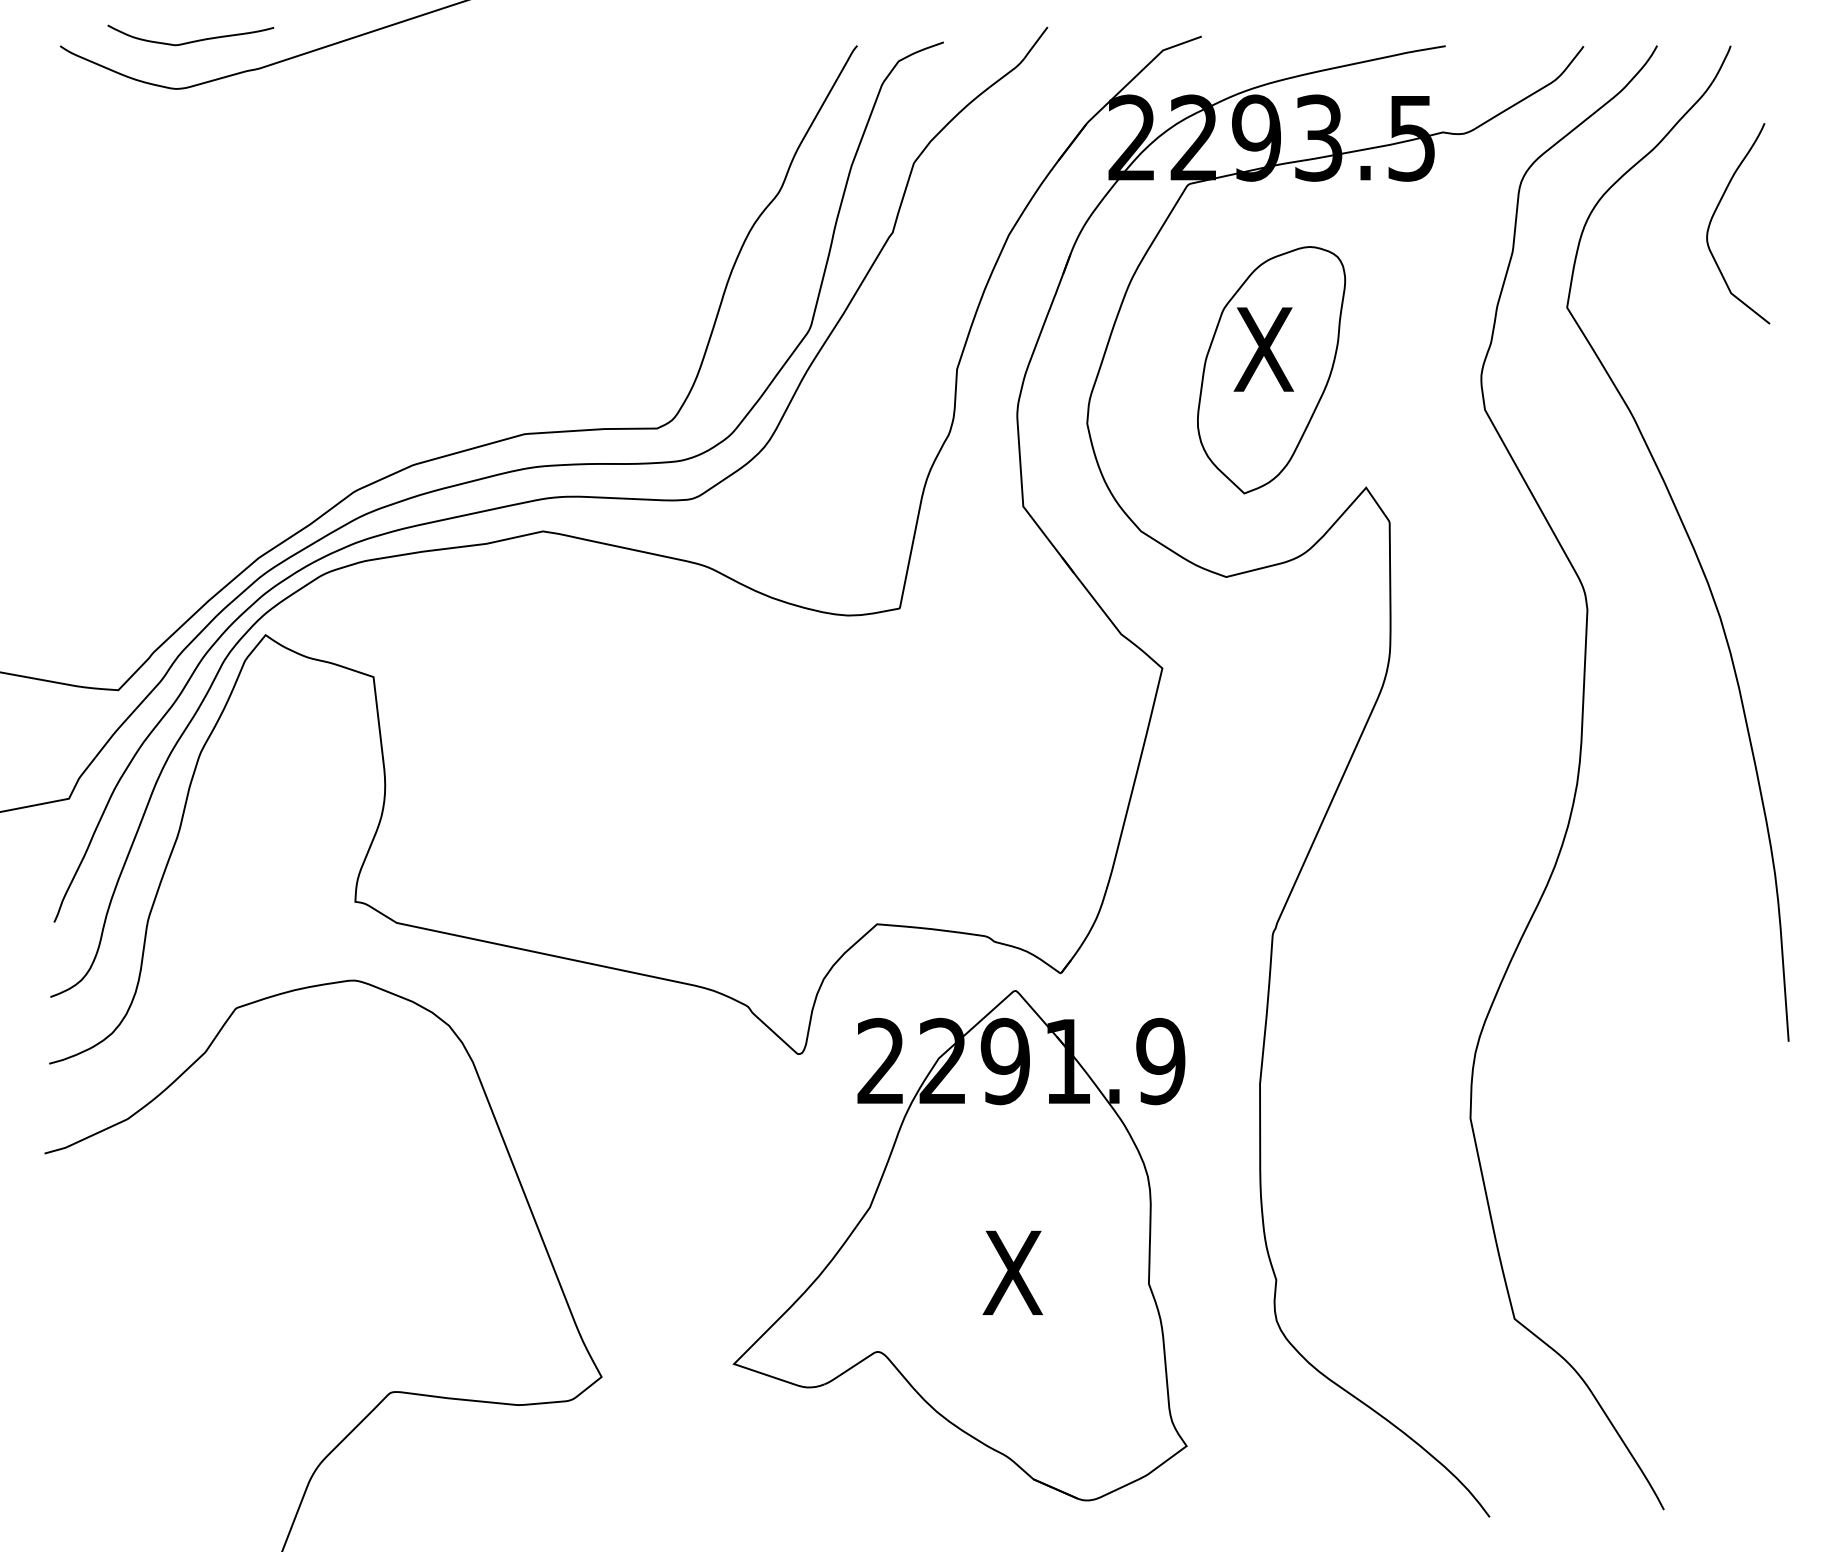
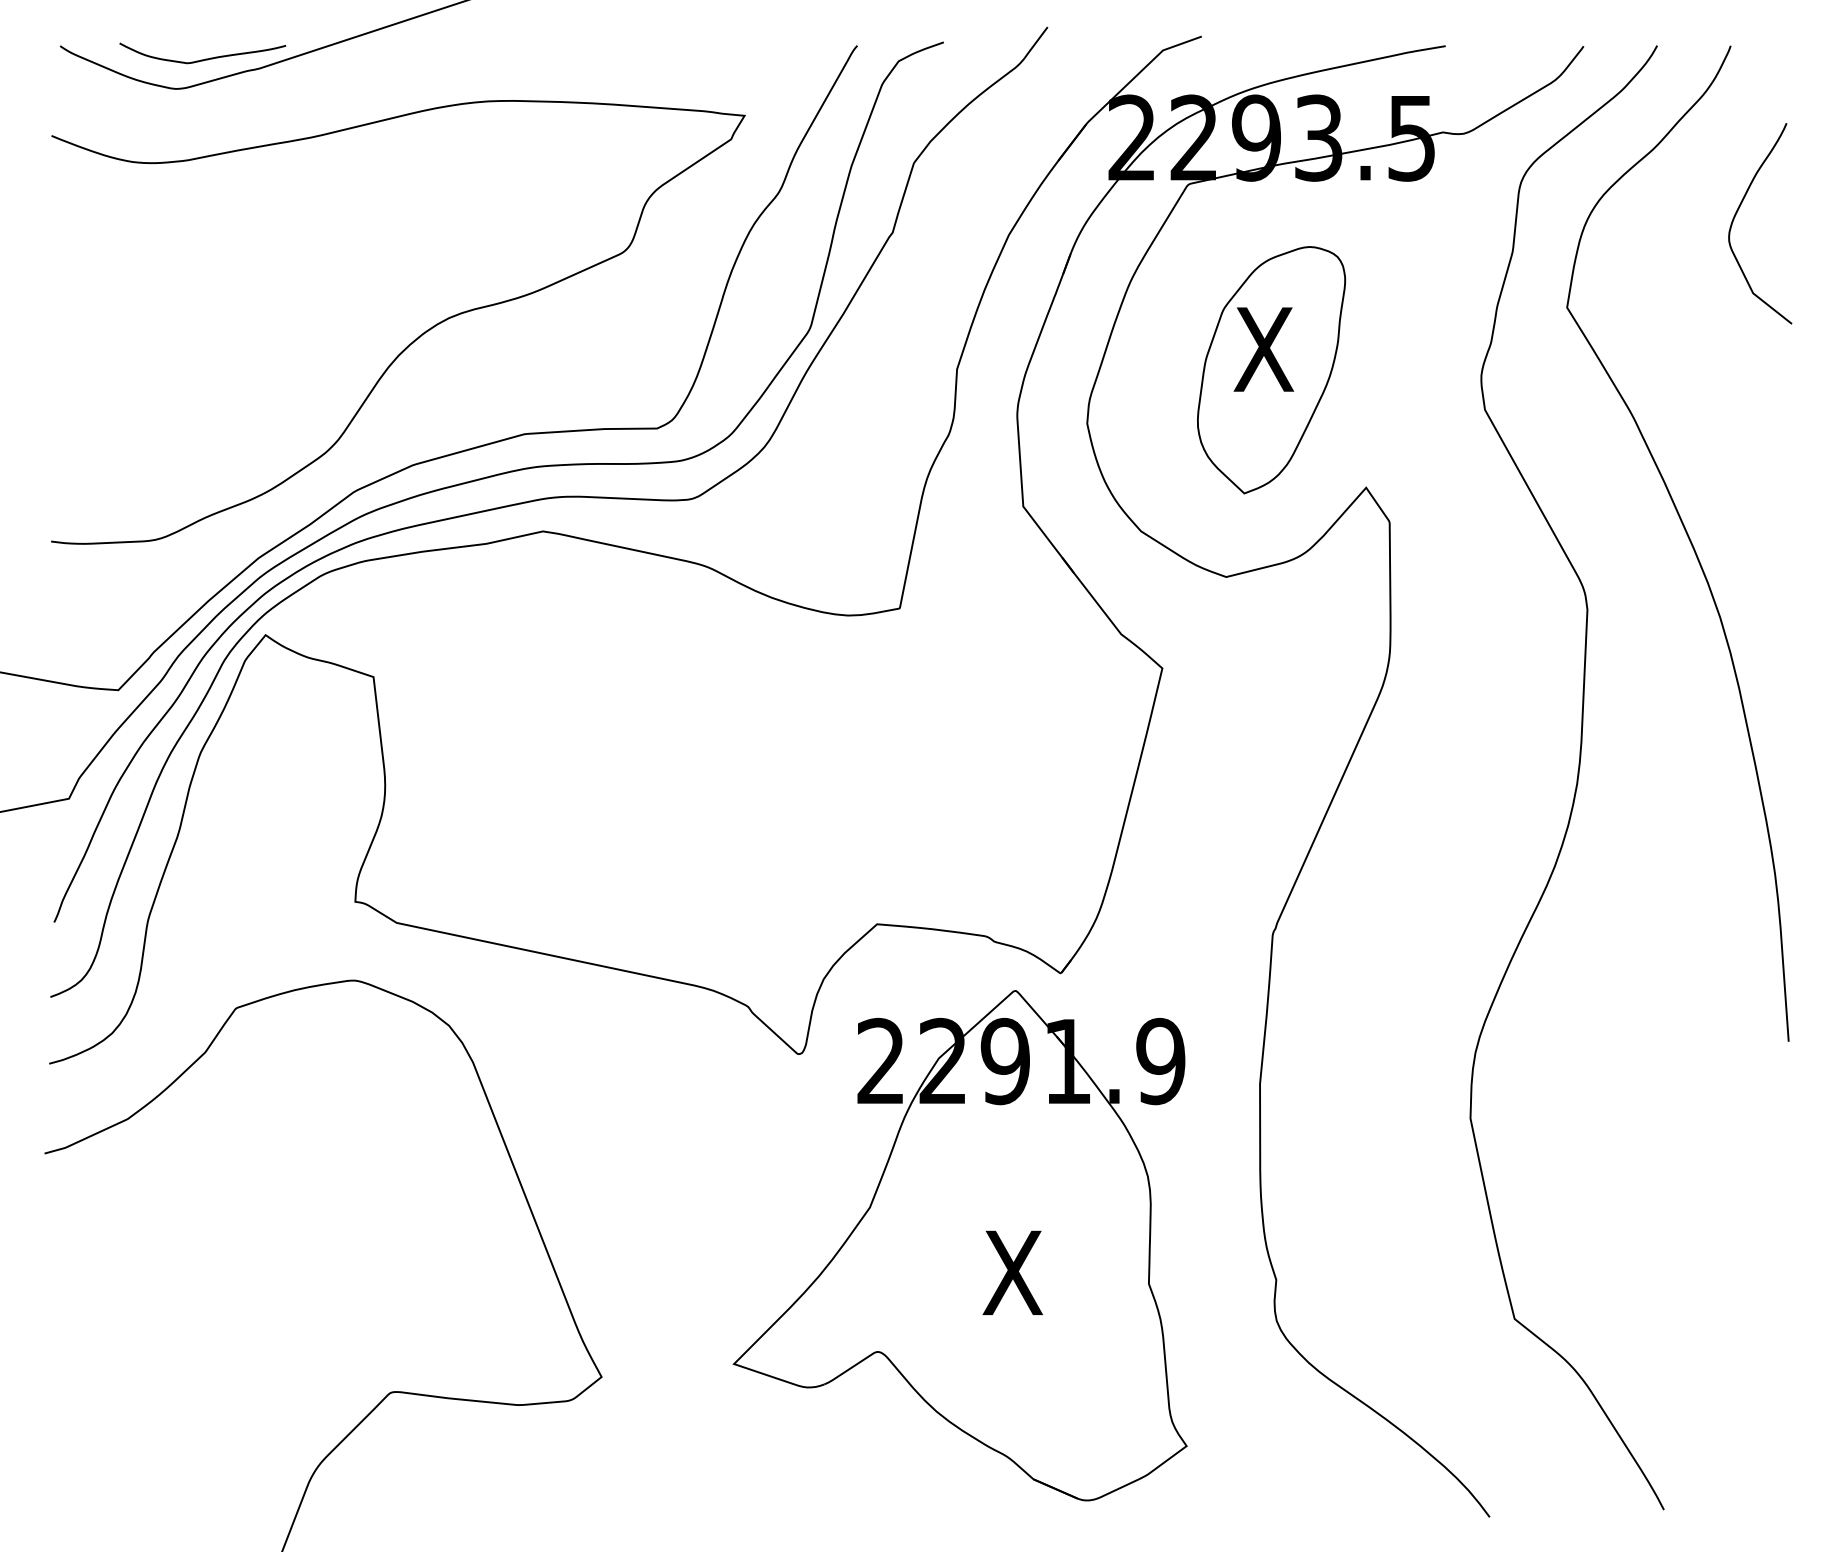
curve at (193, 40) position: (193, 40) -> (205, 58)
curve at (1715, 213) position: (1715, 213) -> (1737, 213)
curve at (414, 339): none -> present
